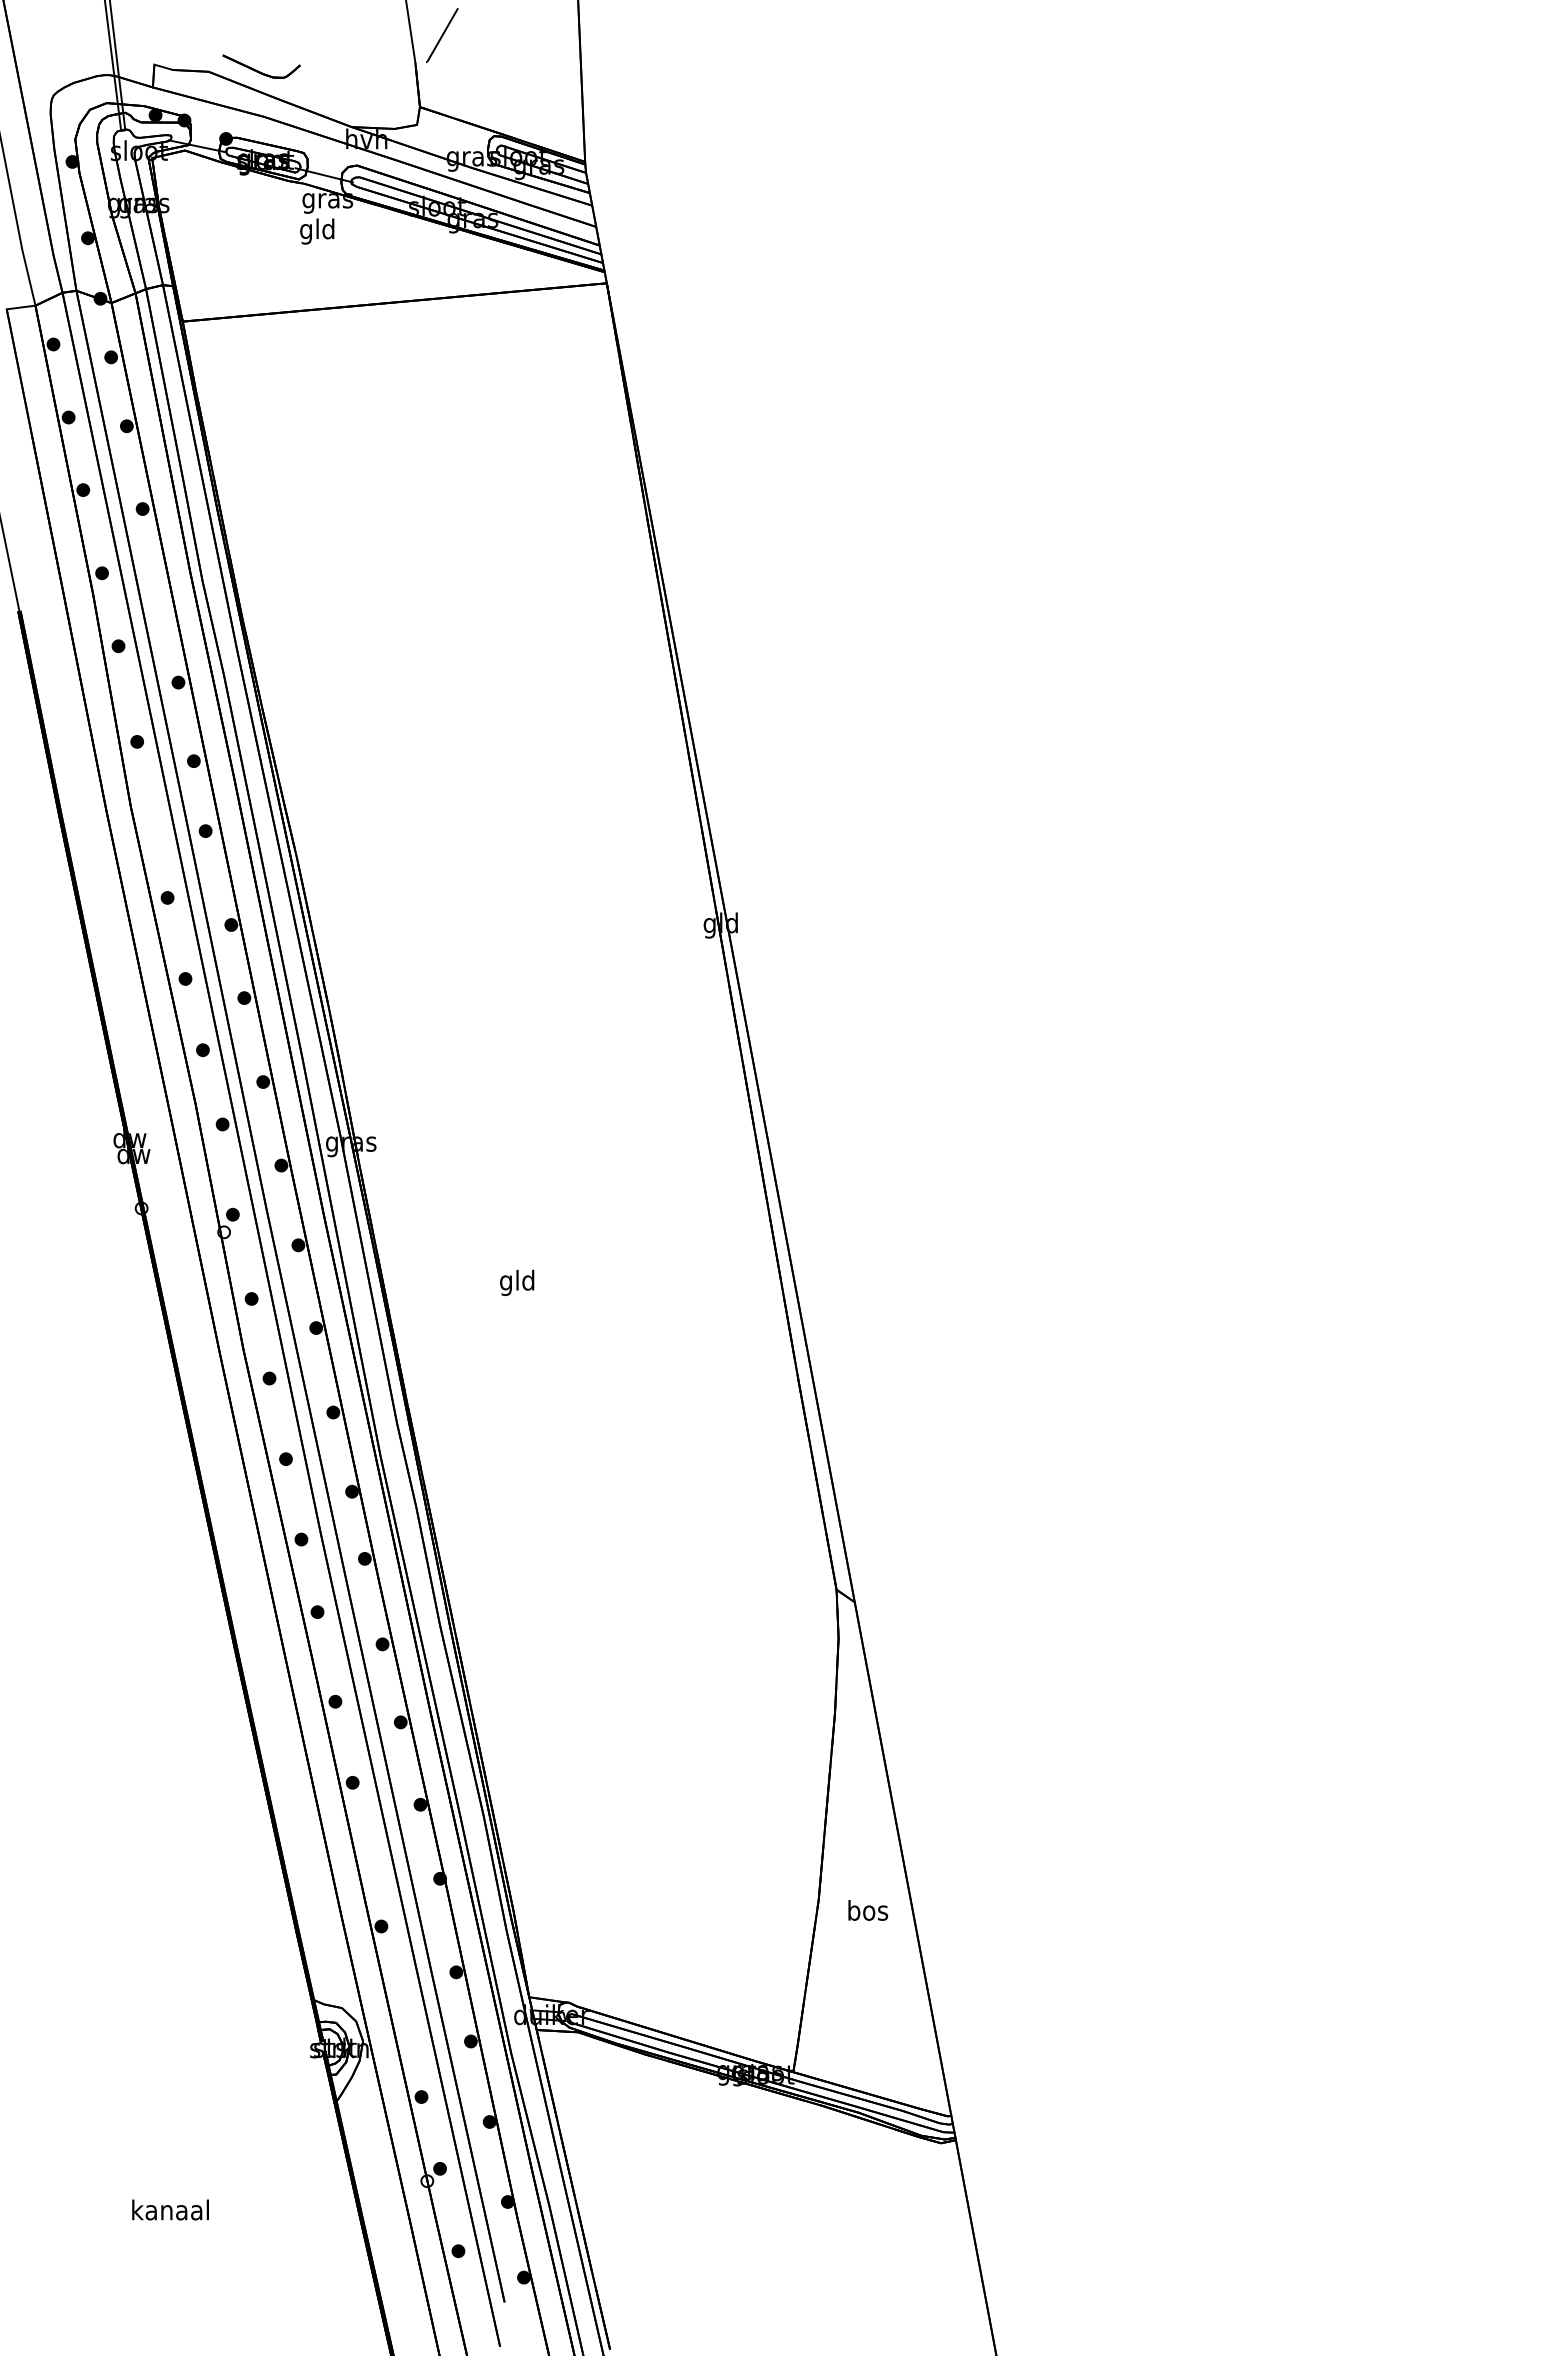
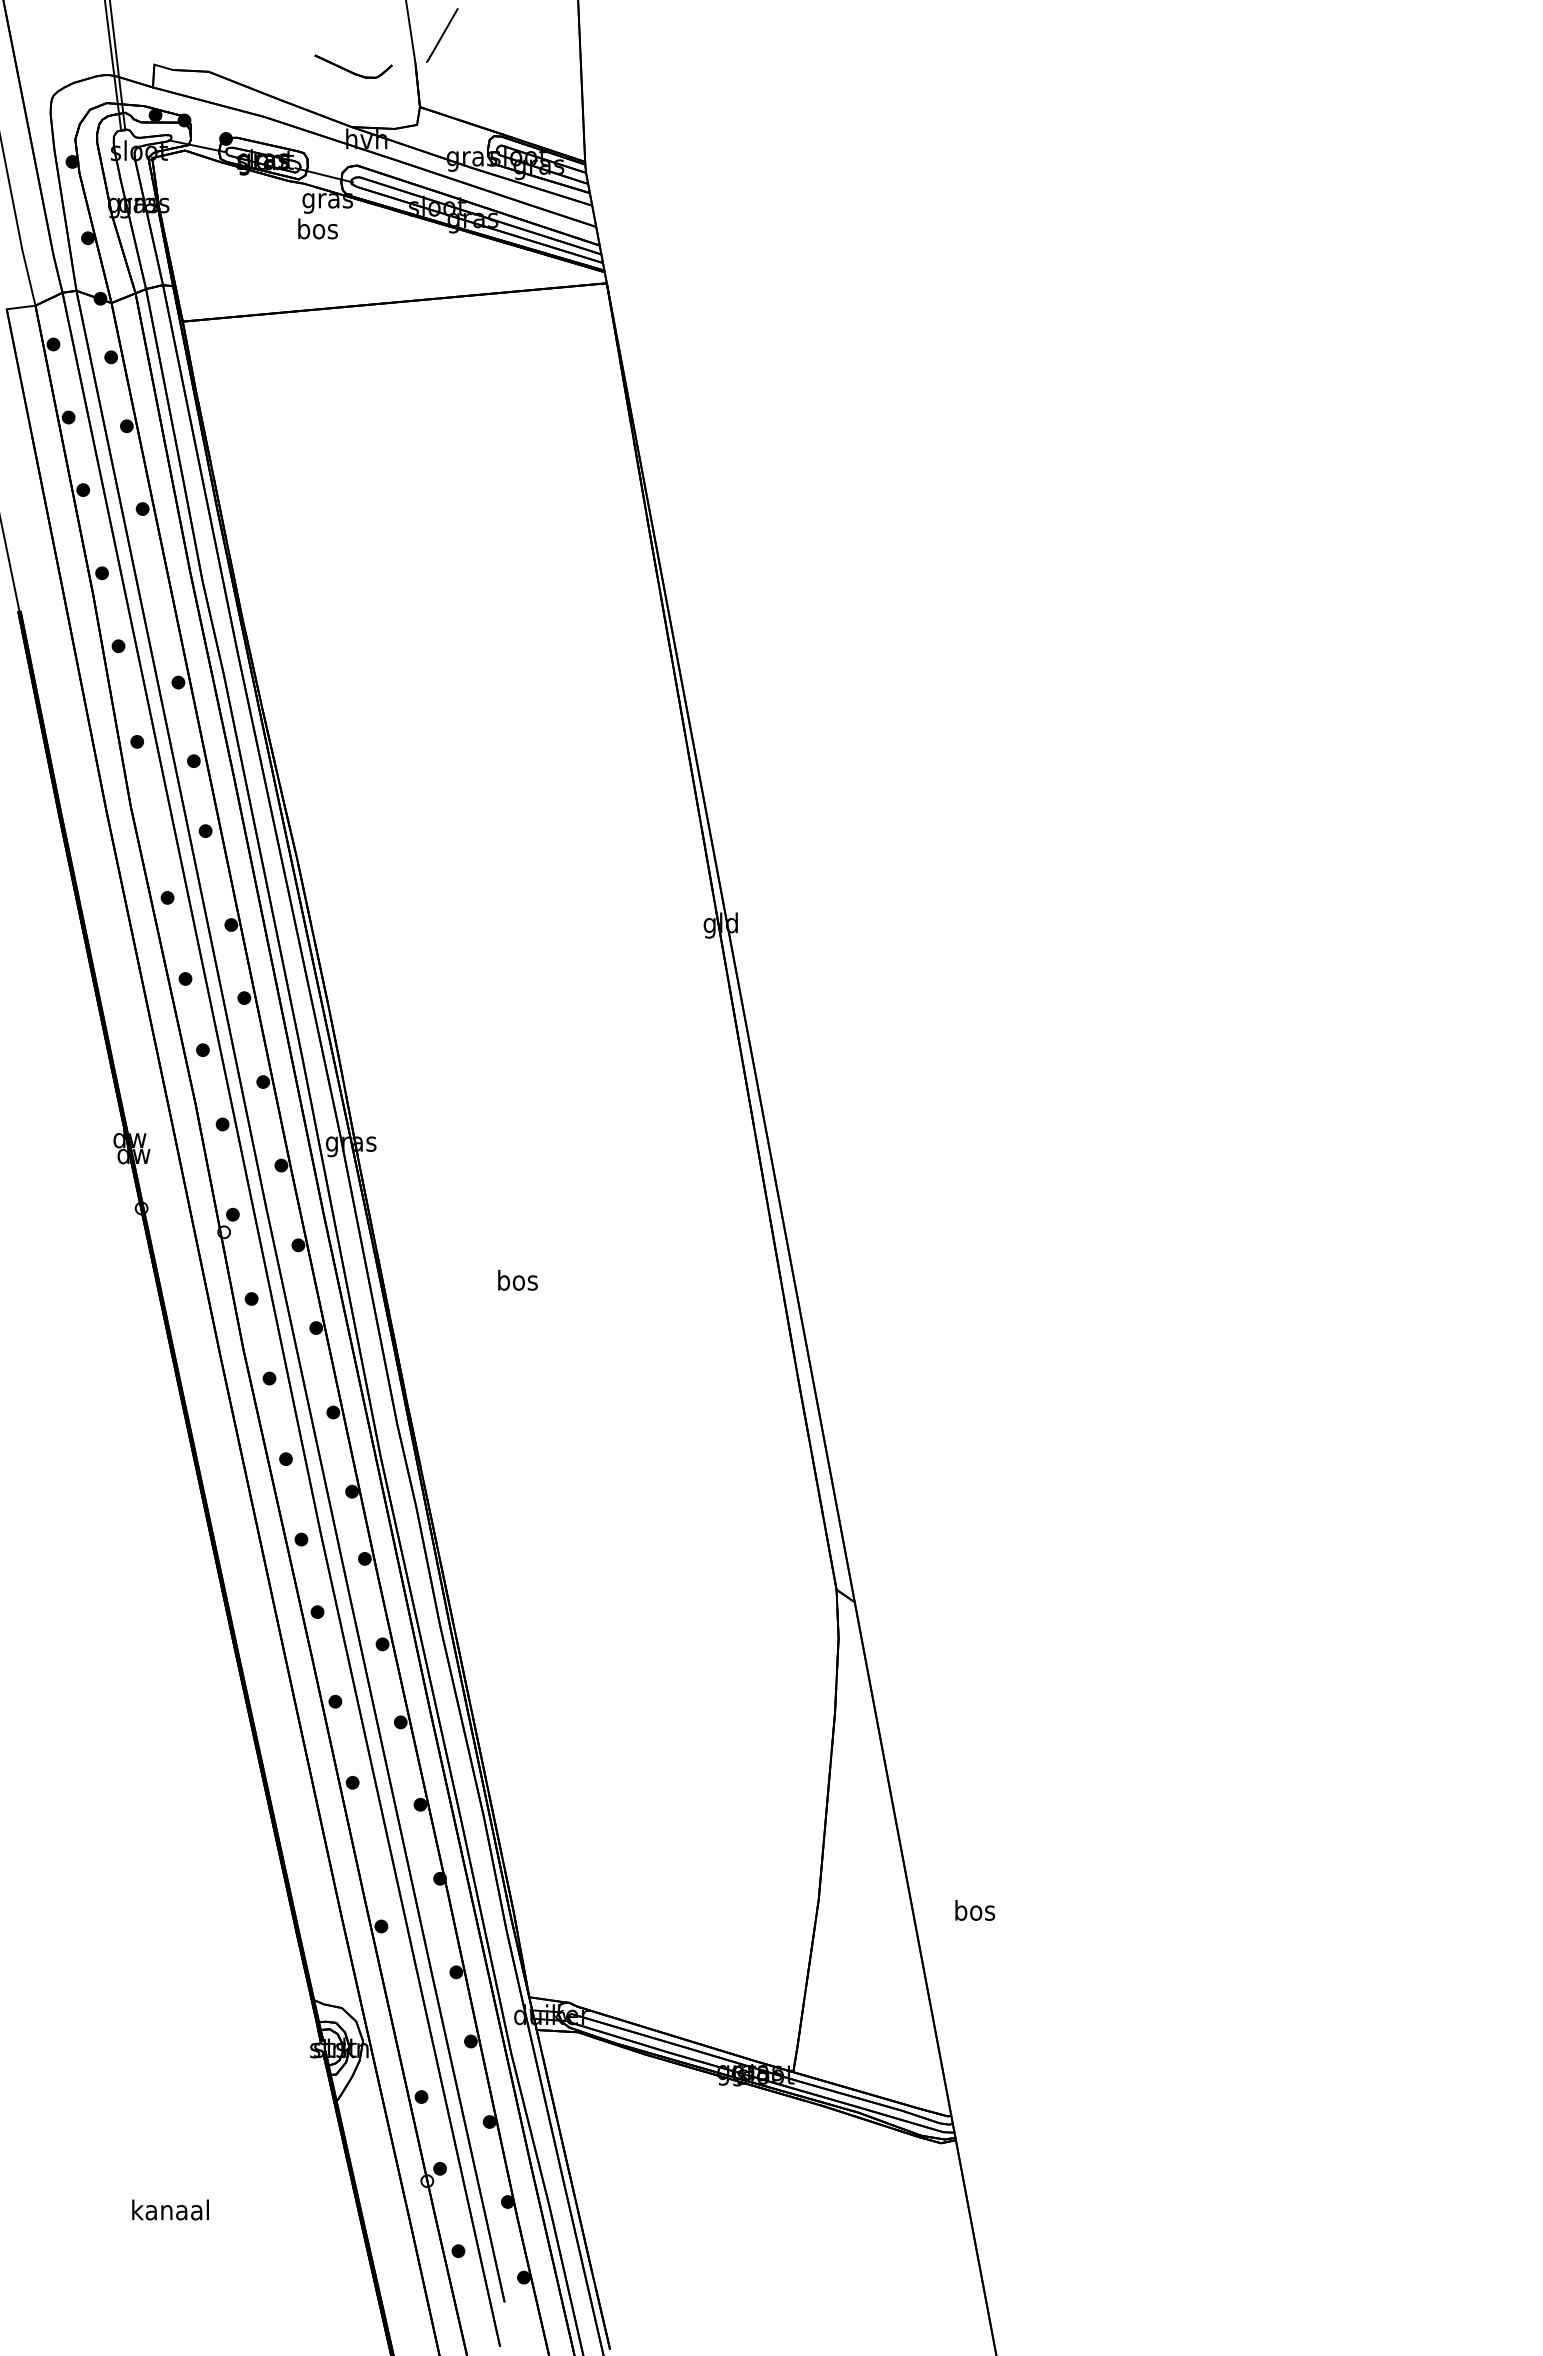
part at (261, 66) position: (261, 66) -> (353, 66)
text at (317, 231): gld -> bos
text at (517, 1282): gld -> bos
text at (868, 1910) position: (868, 1910) -> (975, 1910)
